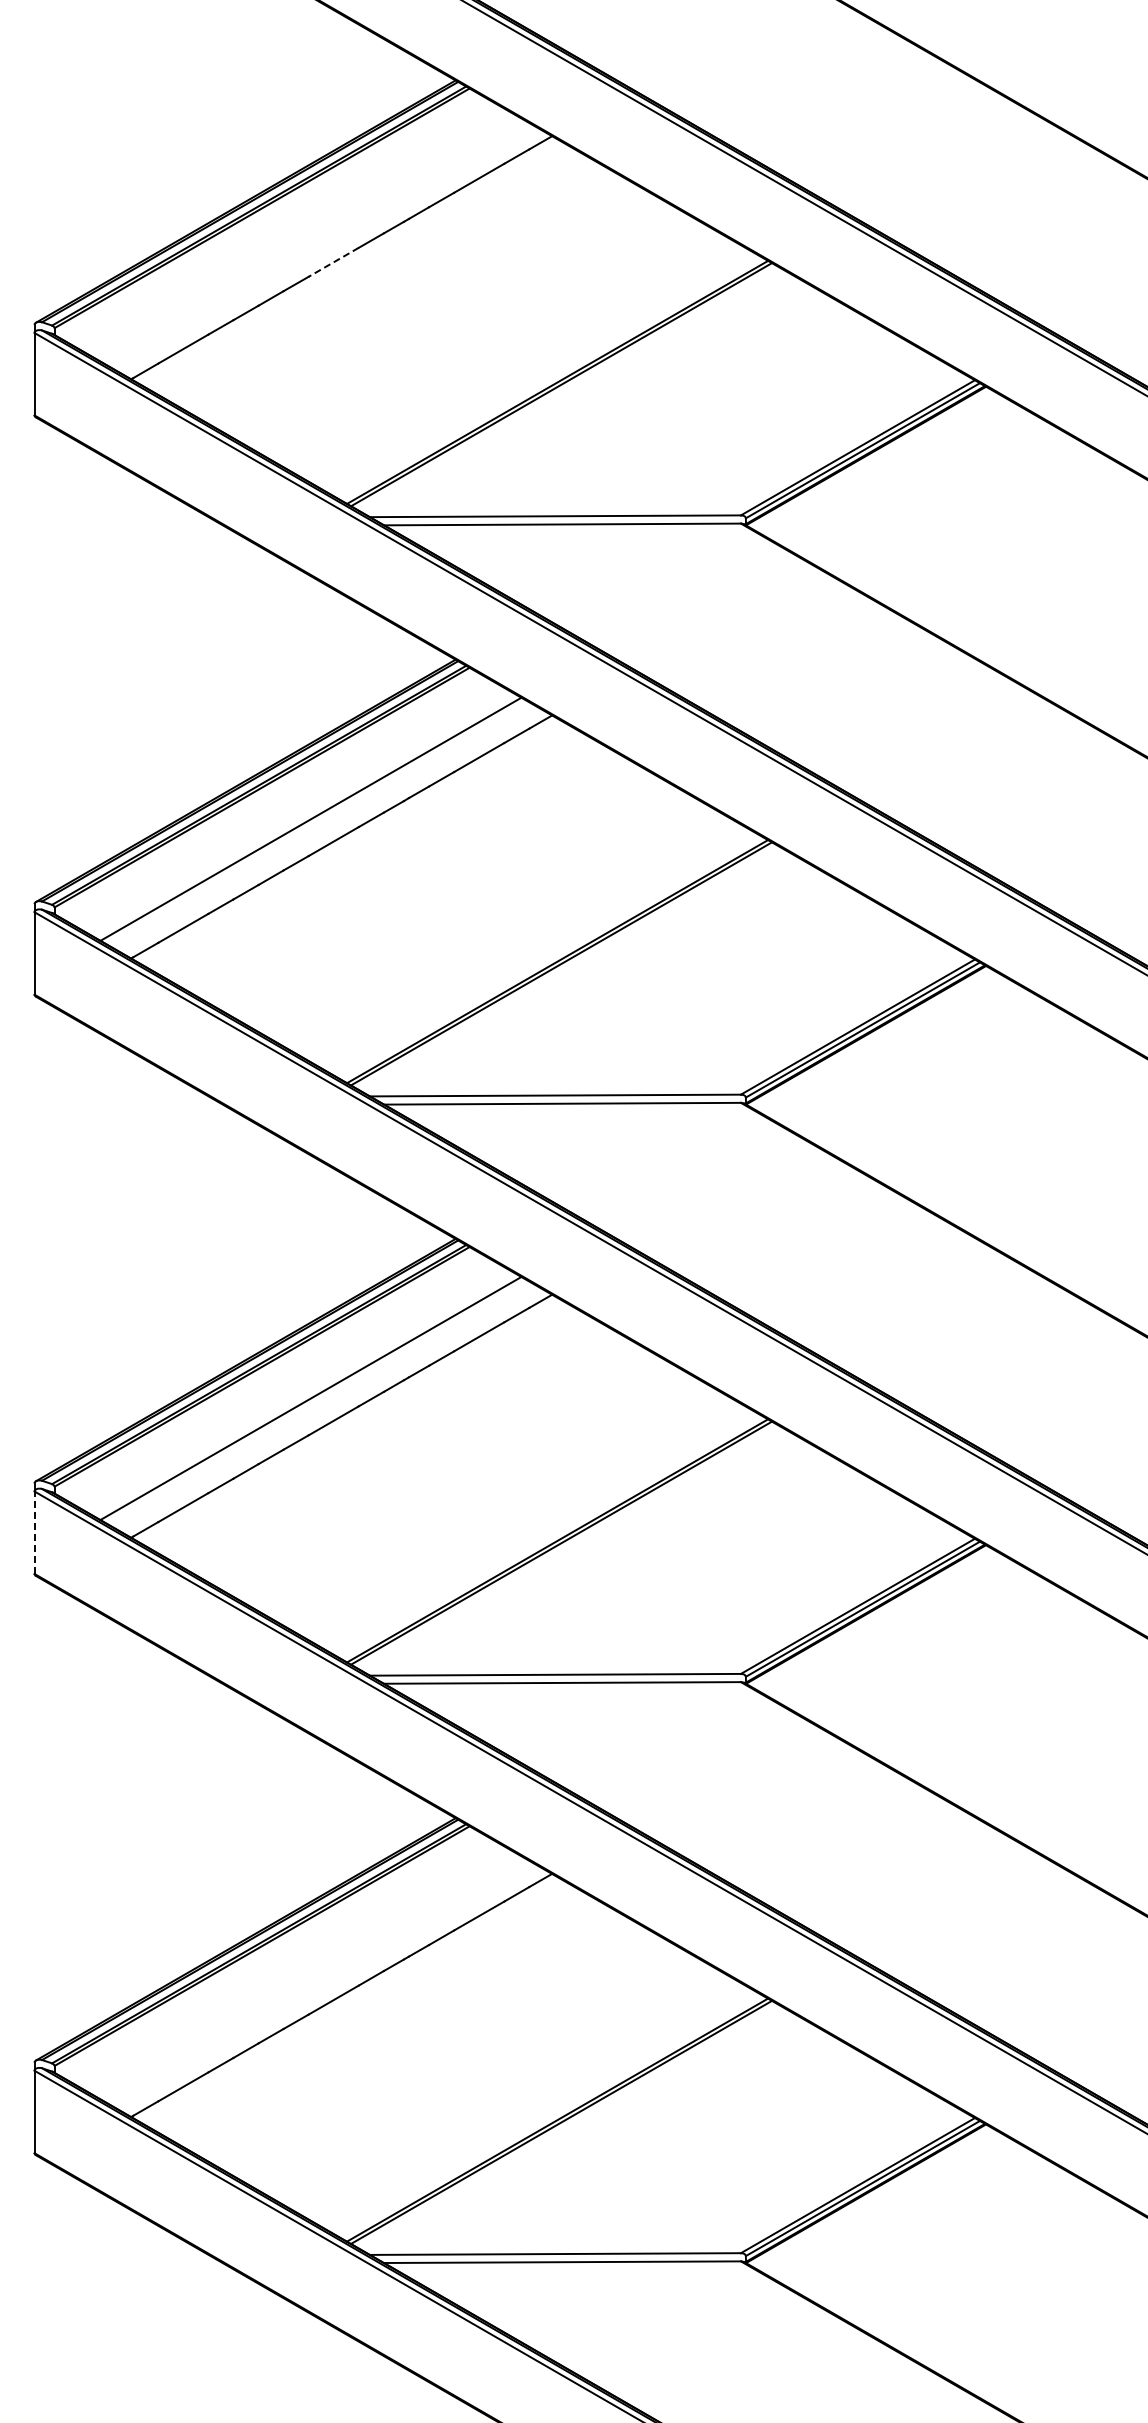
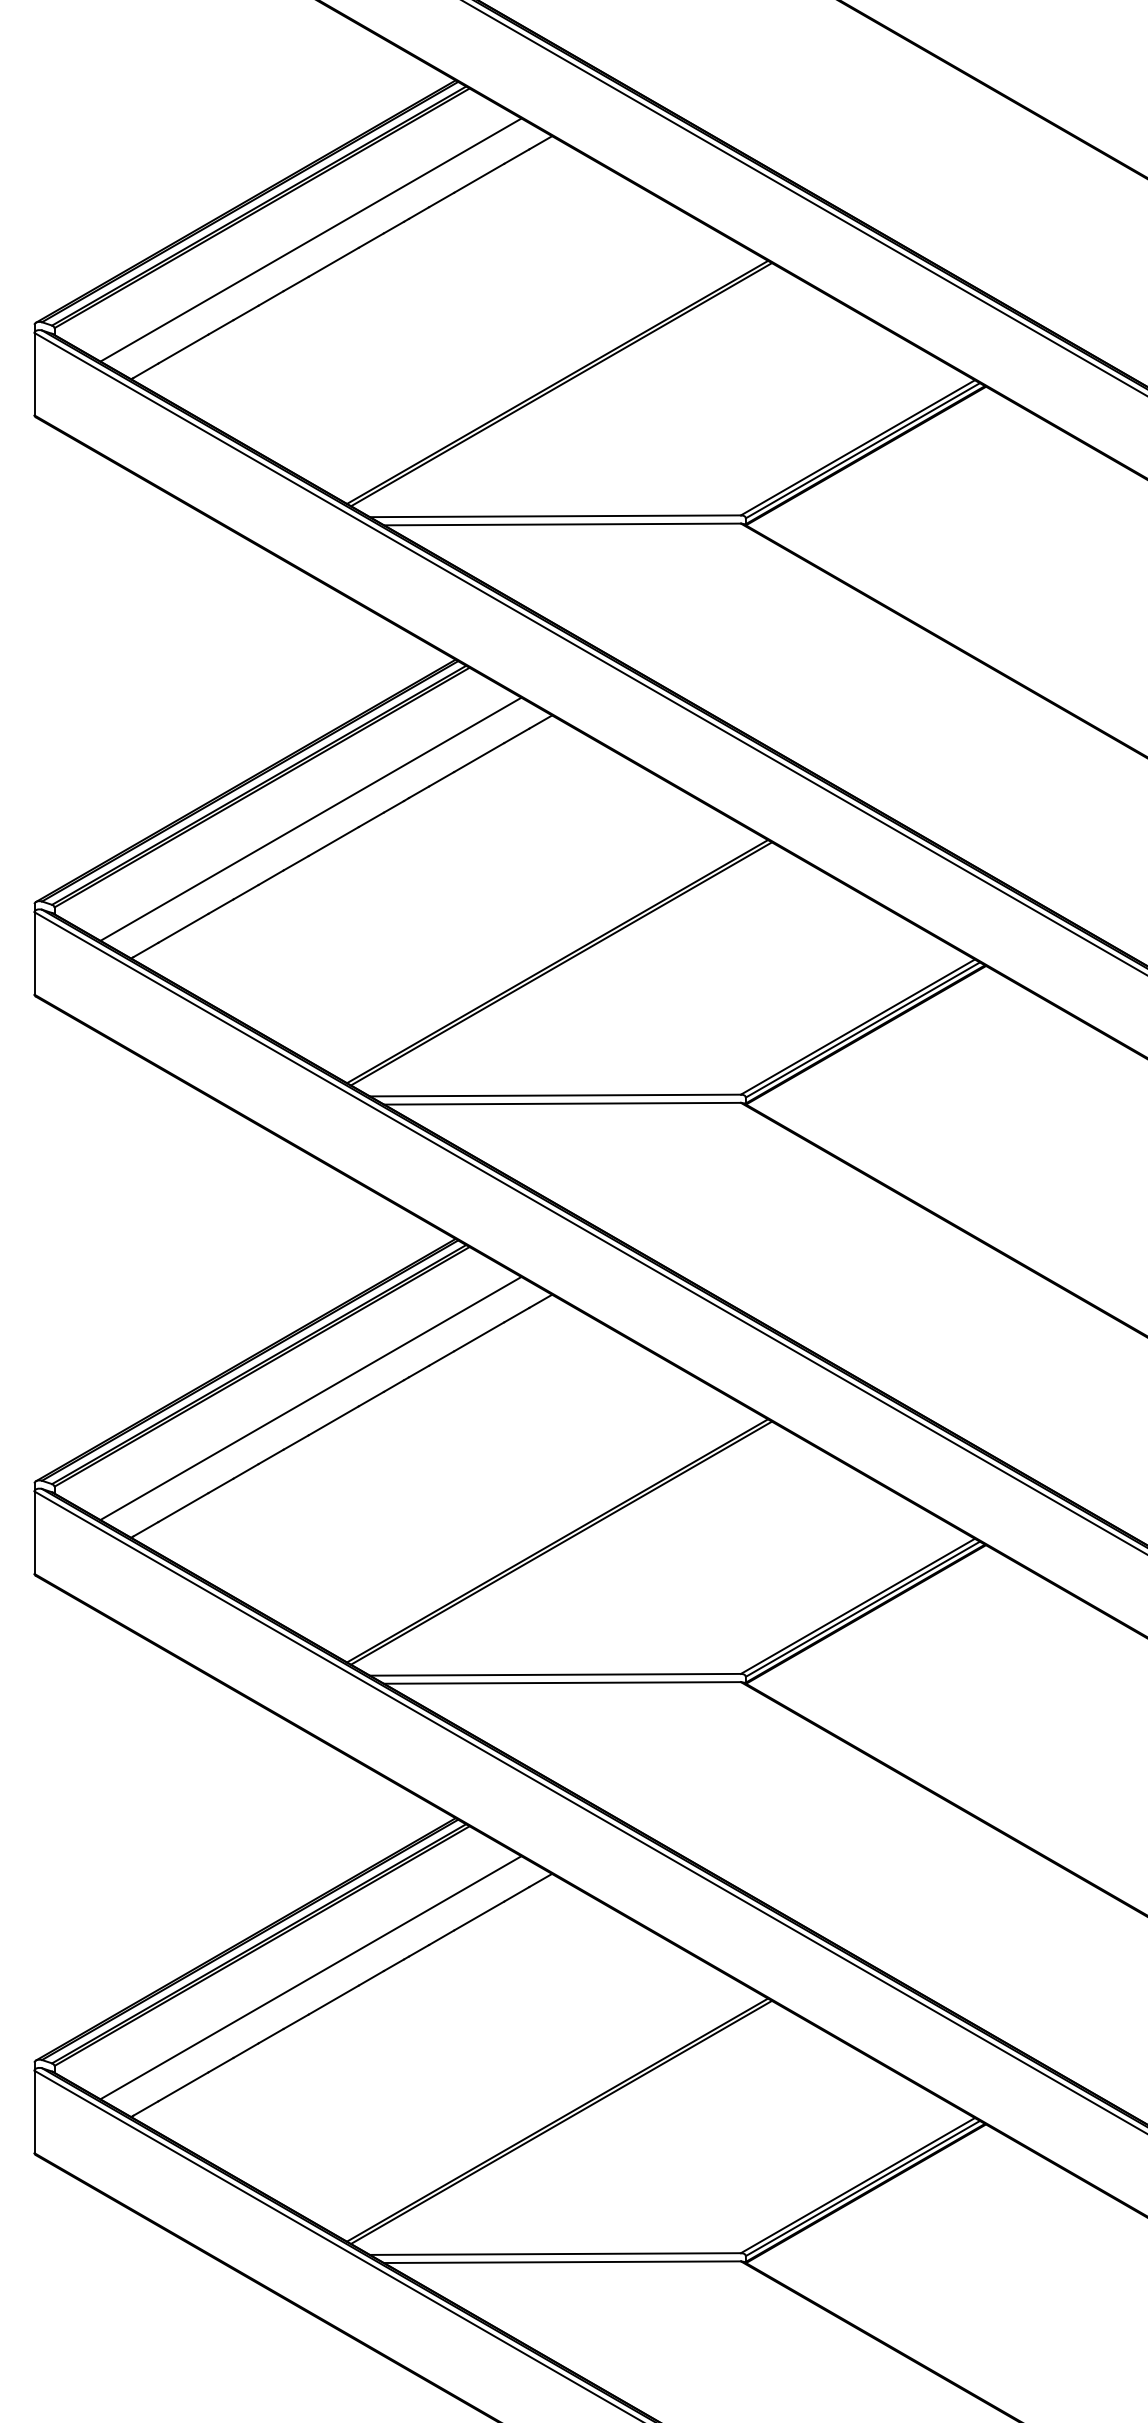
line at (310, 239): none -> present
line at (333, 262): dashed -> solid
line at (34, 1532): dashed -> solid
line at (310, 1977): none -> present
